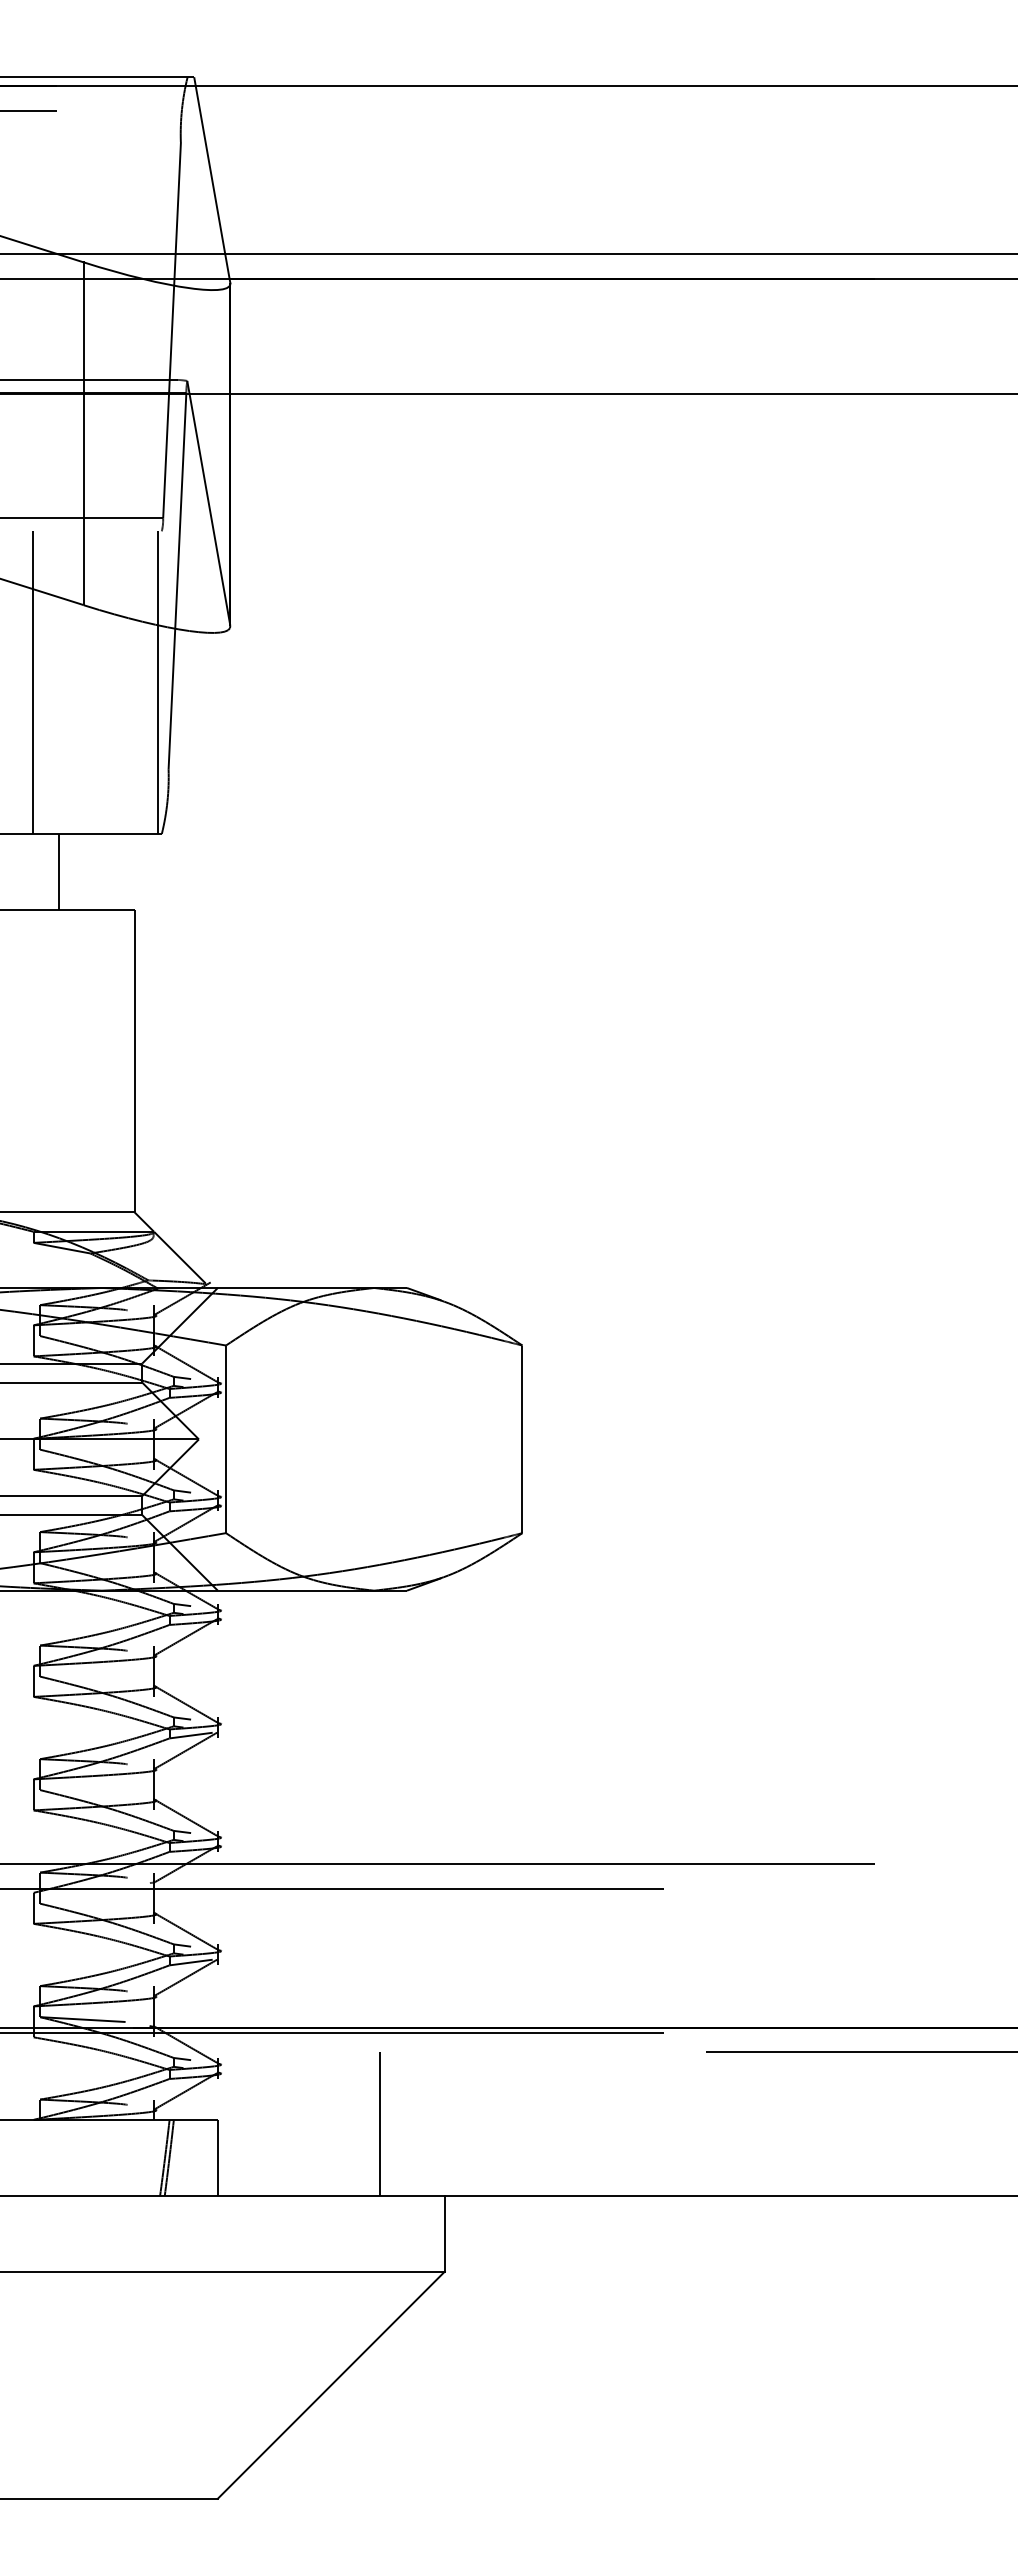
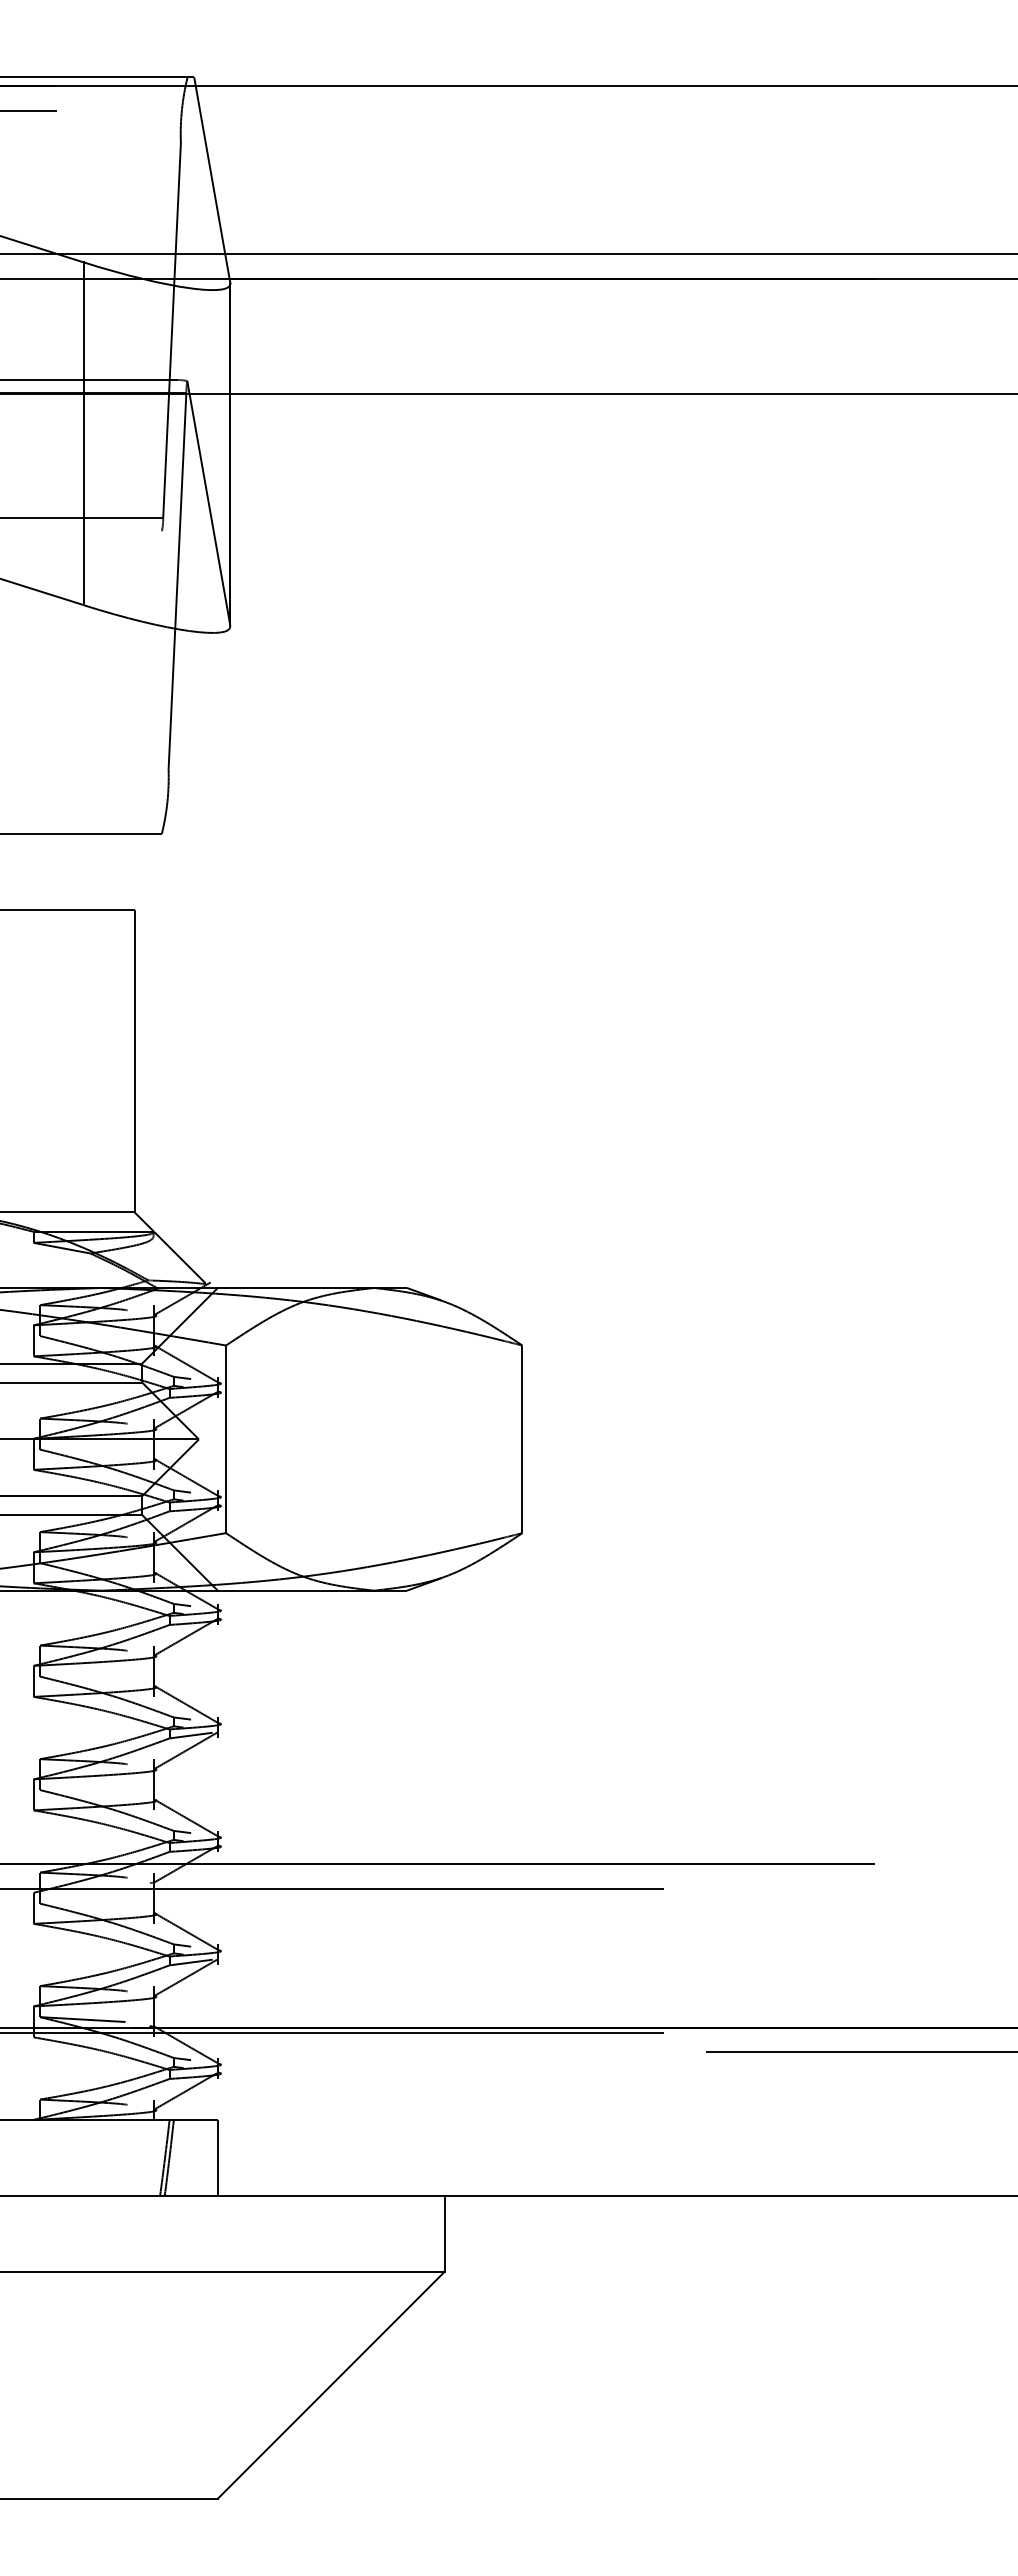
line at (32, 682): present -> none
line at (158, 682): present -> none
line at (58, 871): present -> none
line at (380, 2124): present -> none
